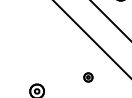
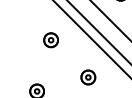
line at (98, 32): none -> present
part at (50, 40): none -> present
part at (88, 77) size: 11x11 px -> 17x17 px
